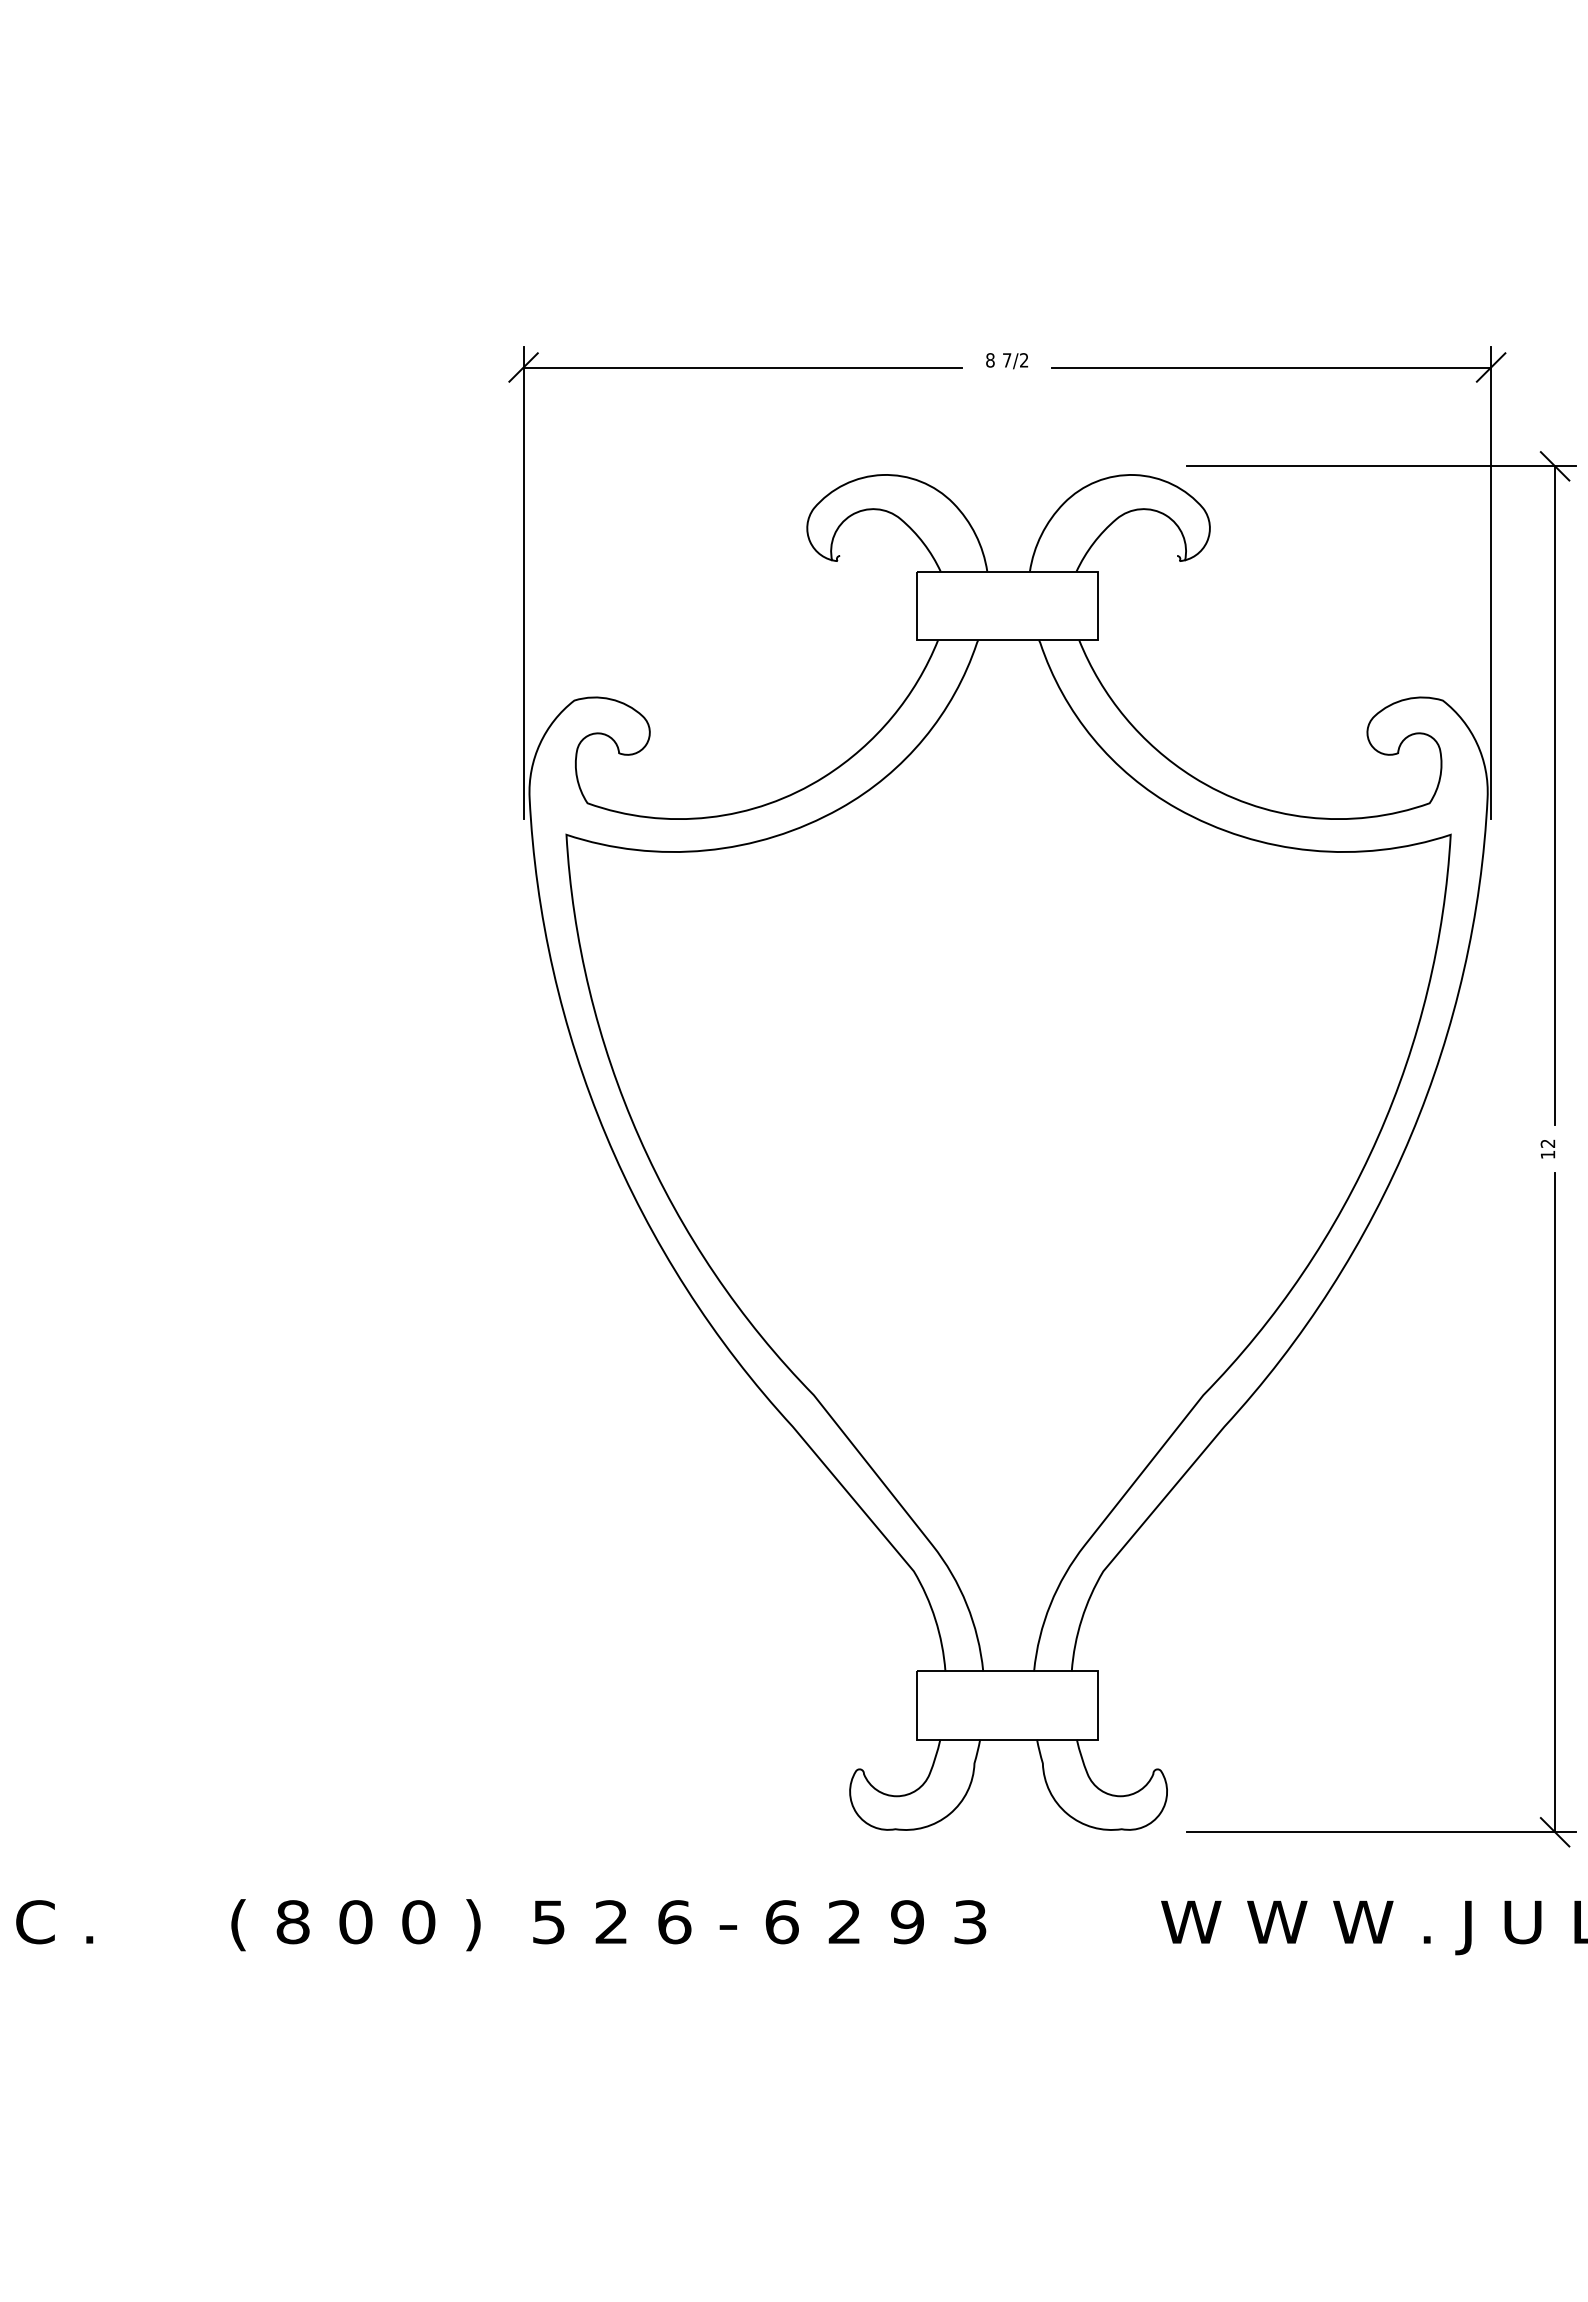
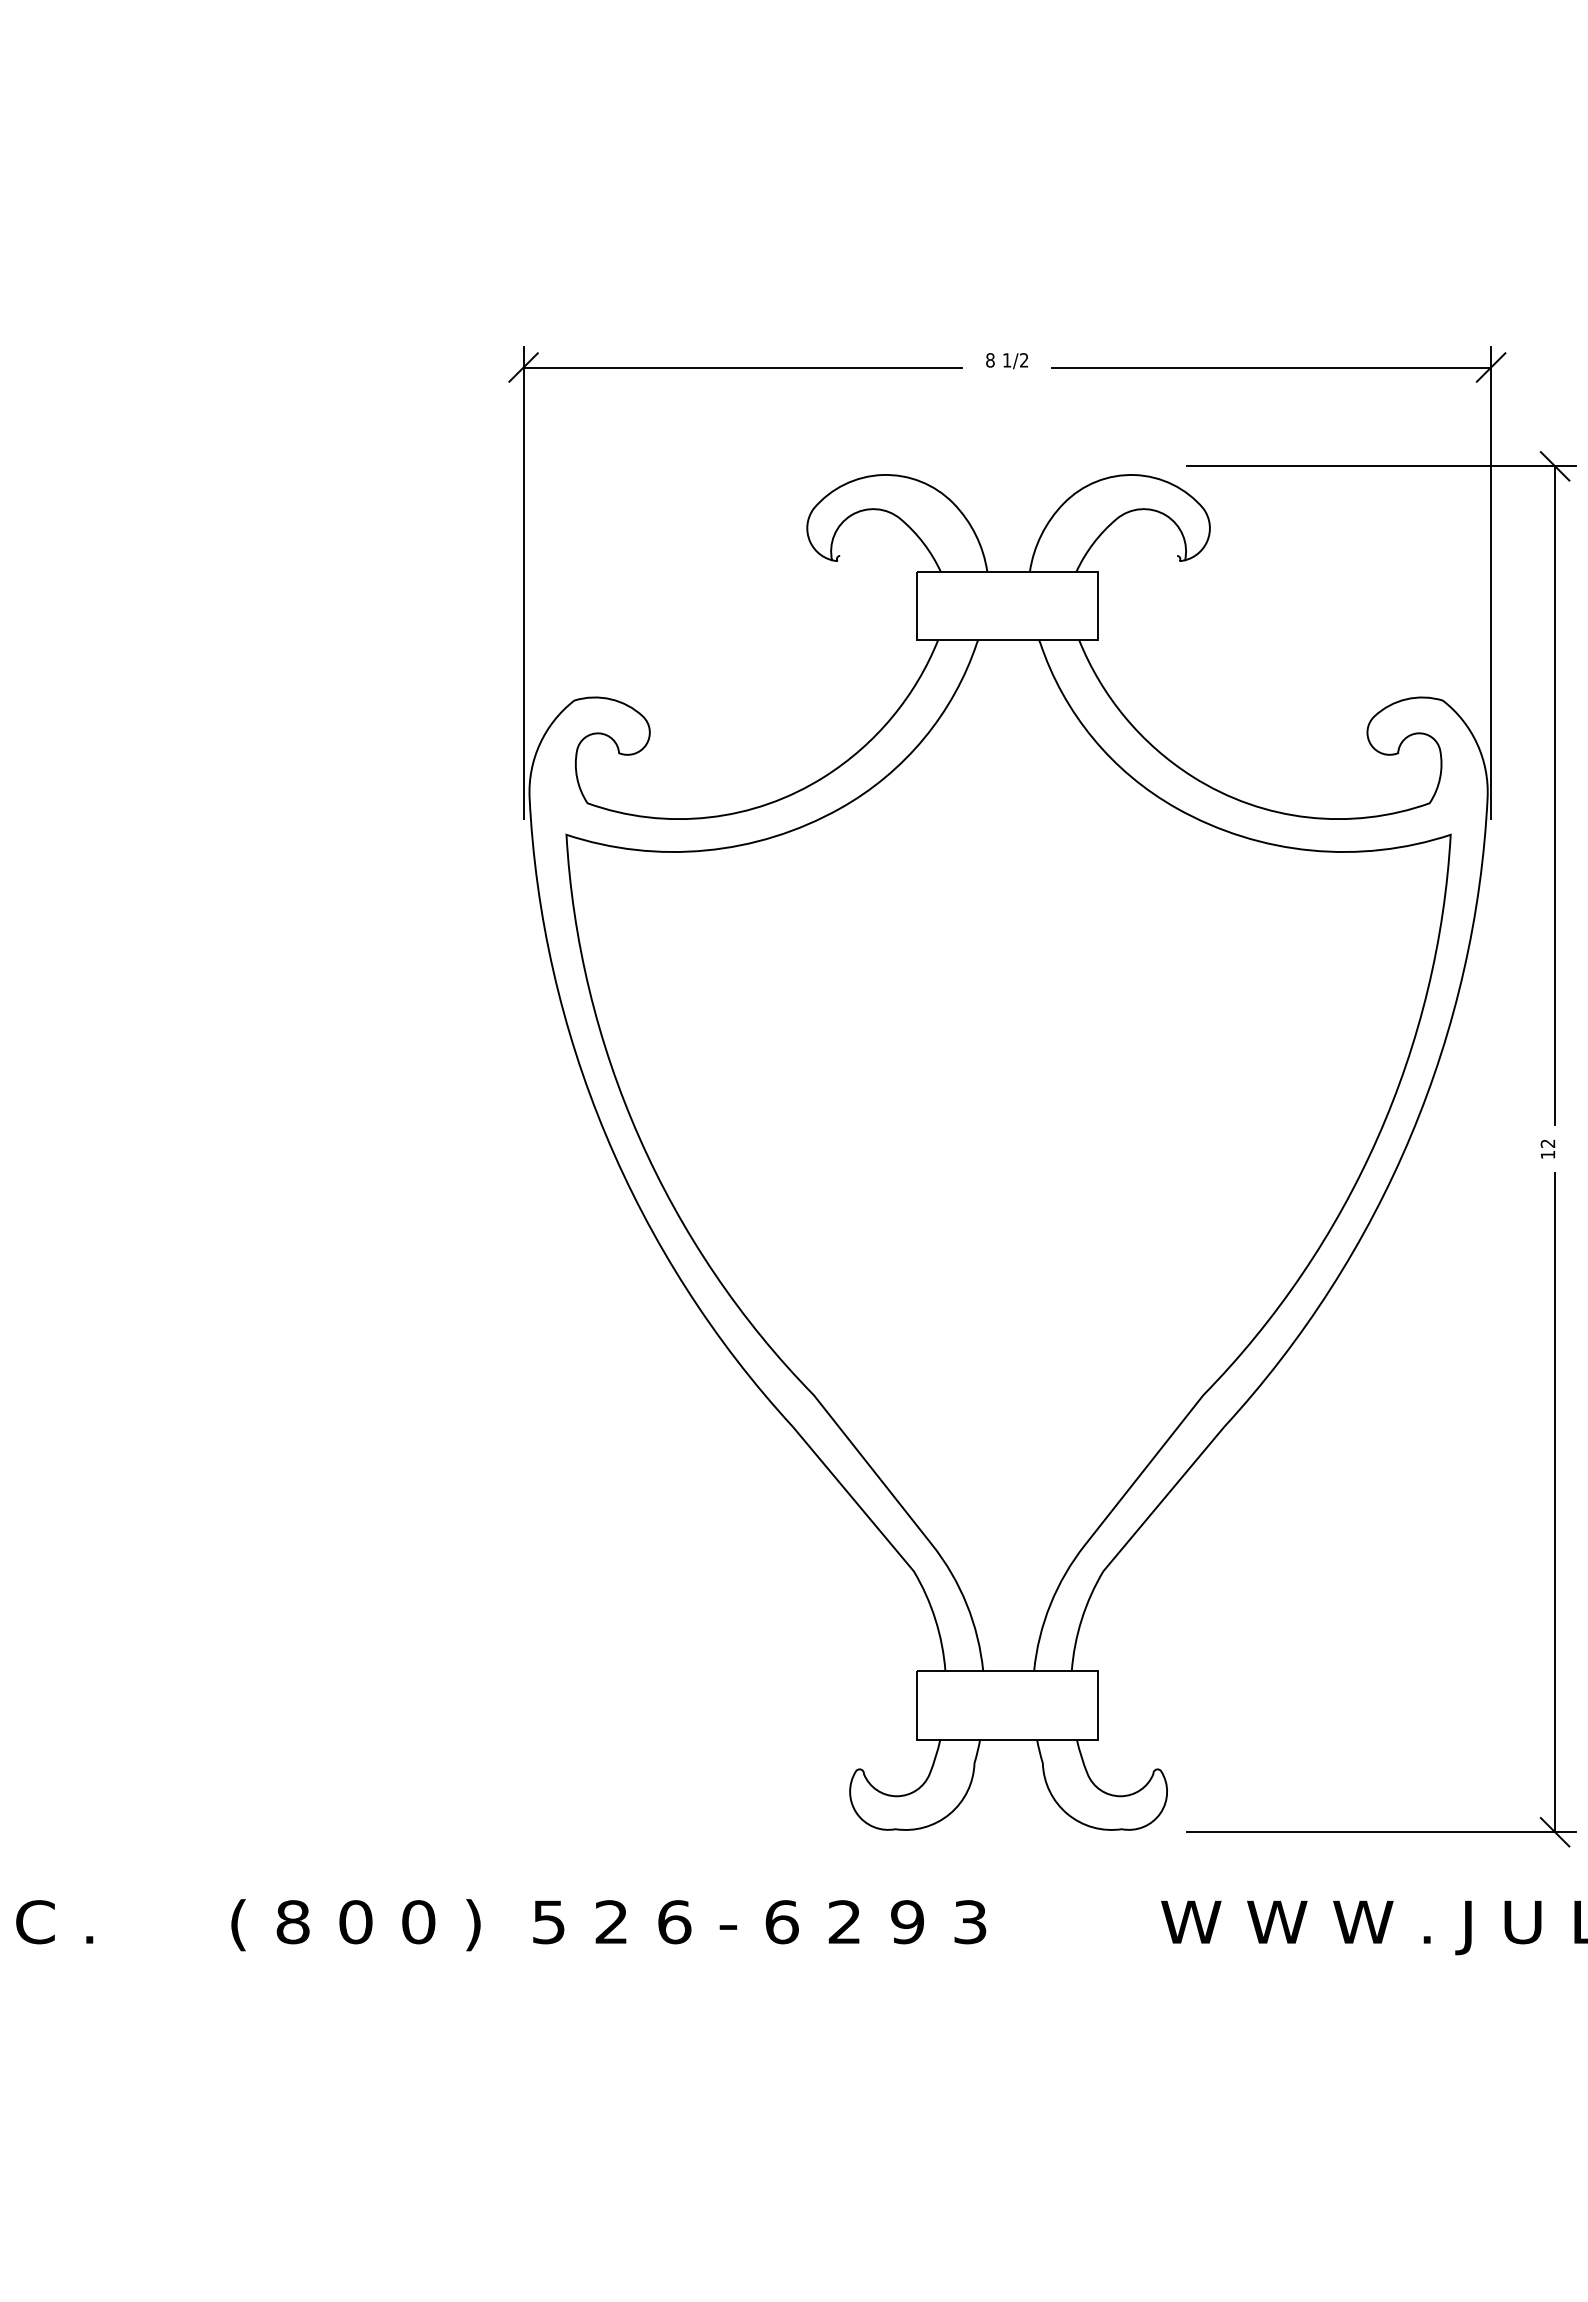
text at (1007, 360): 7/2 -> 1/2
